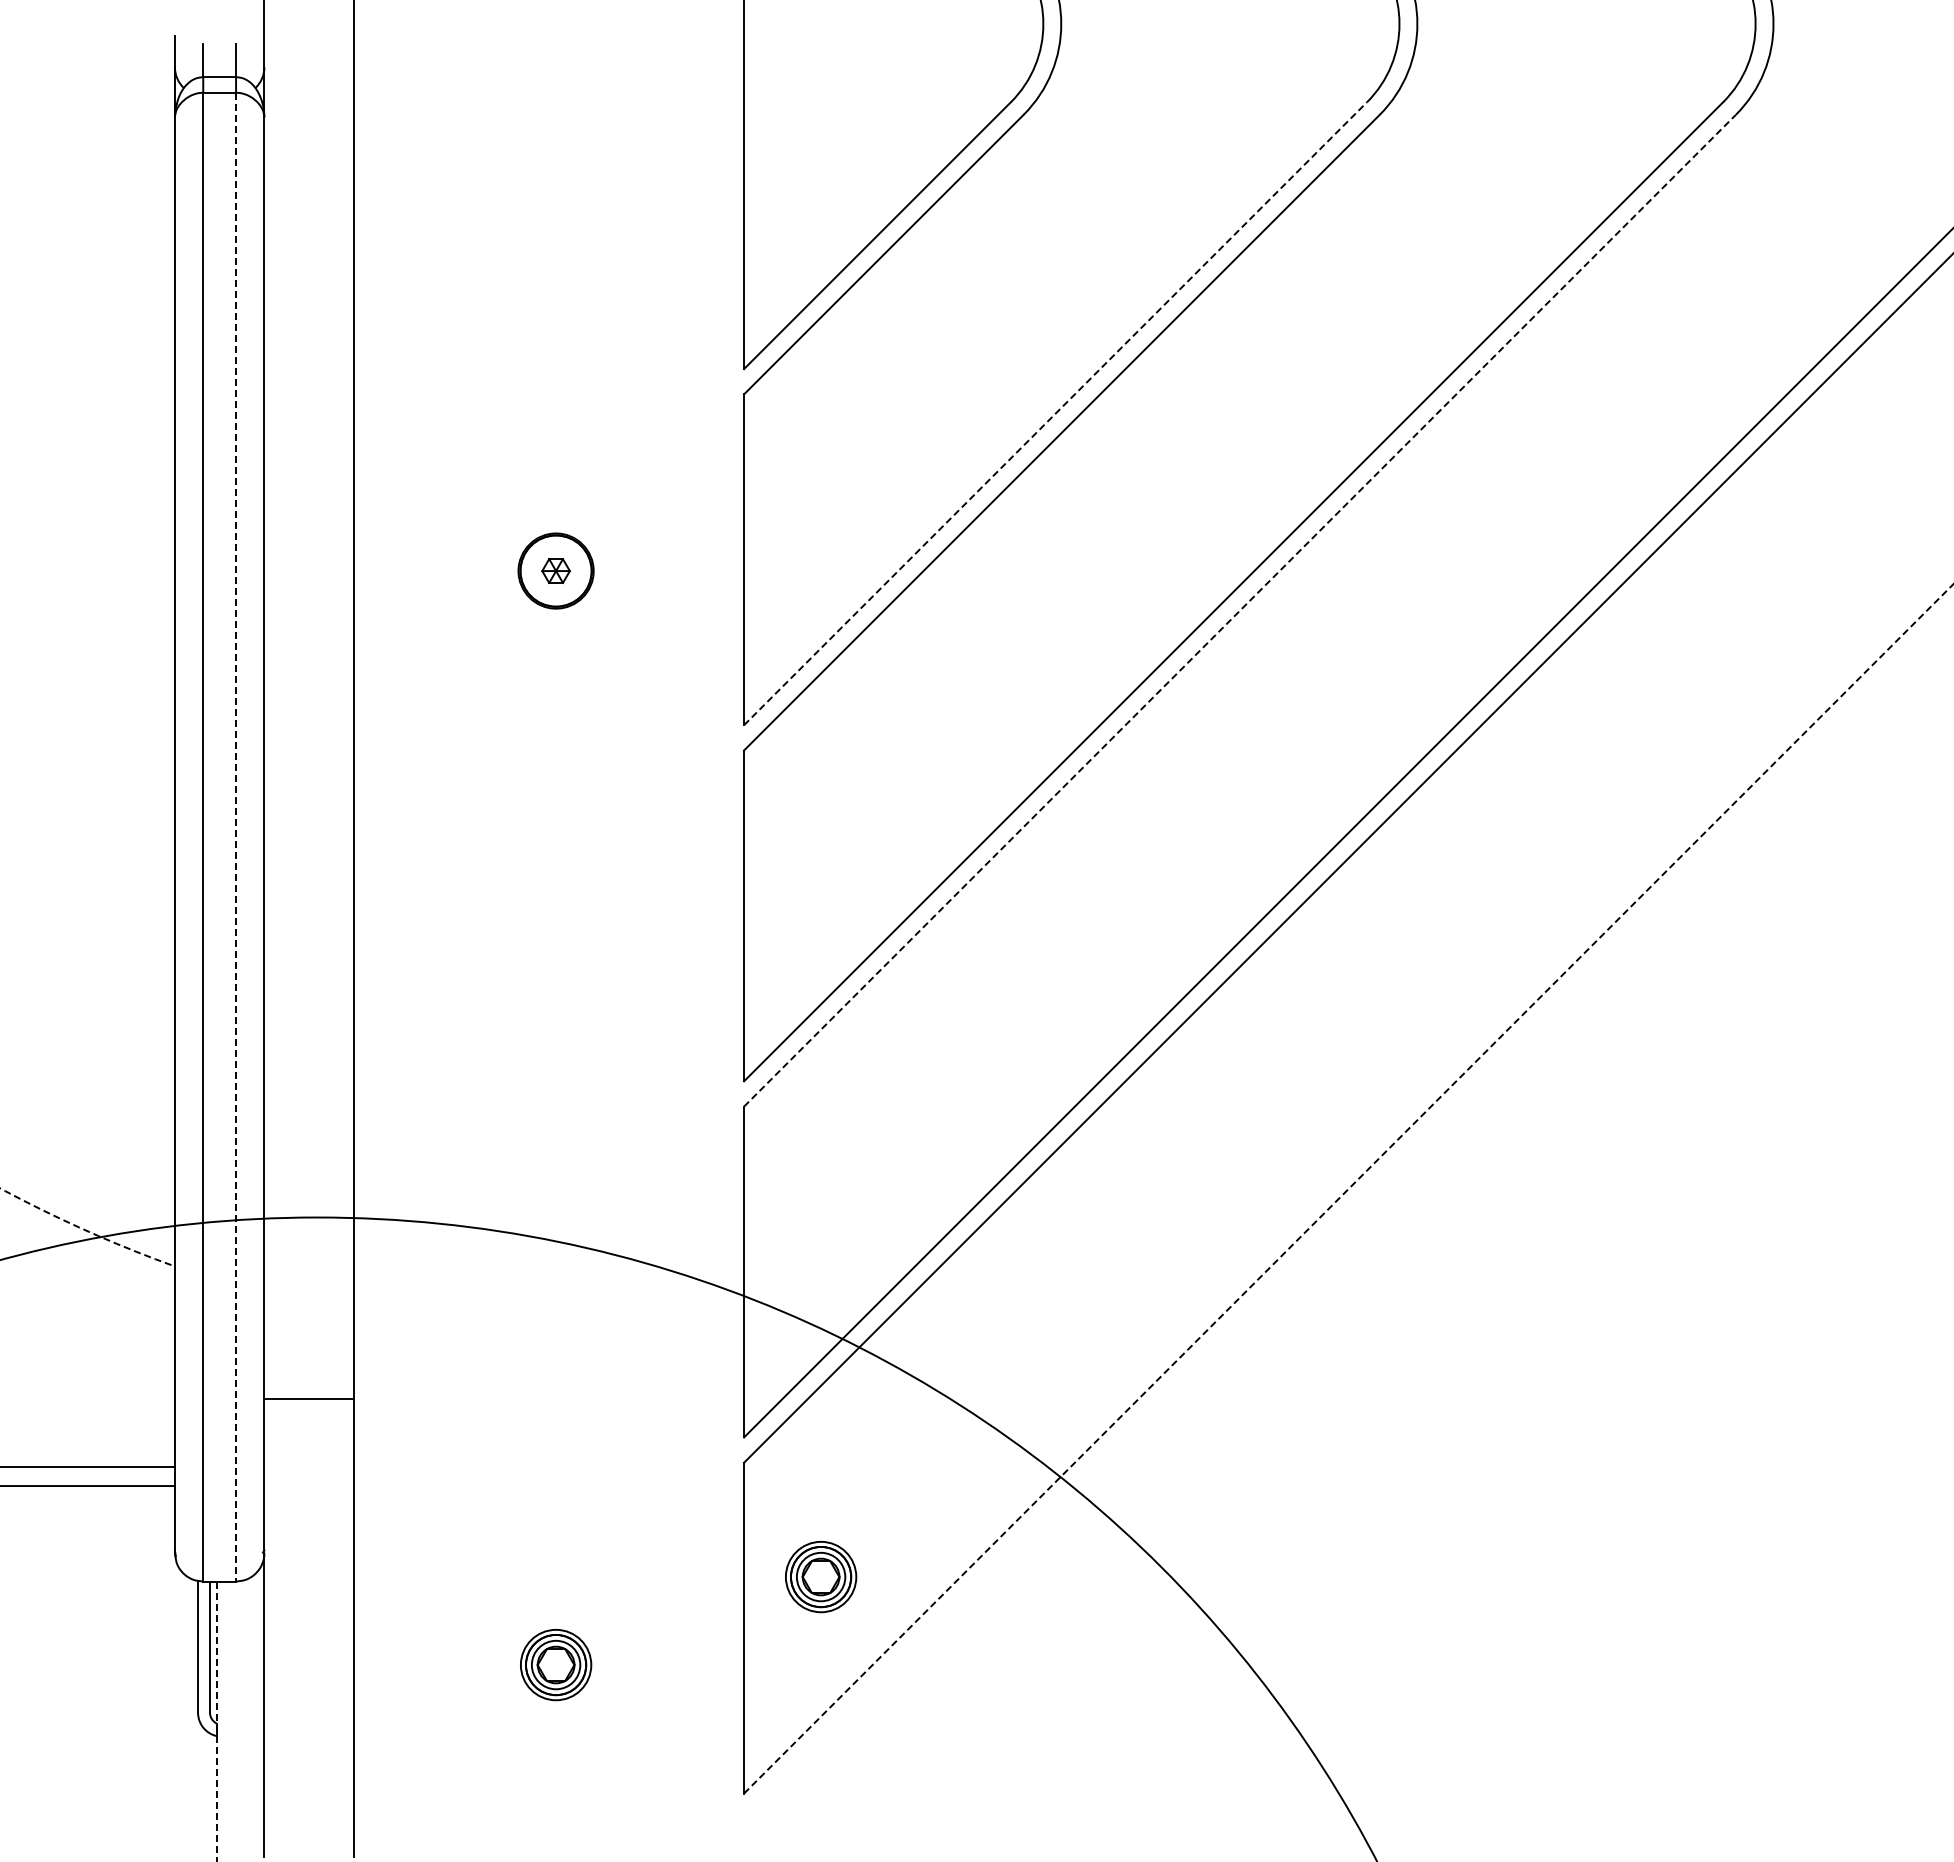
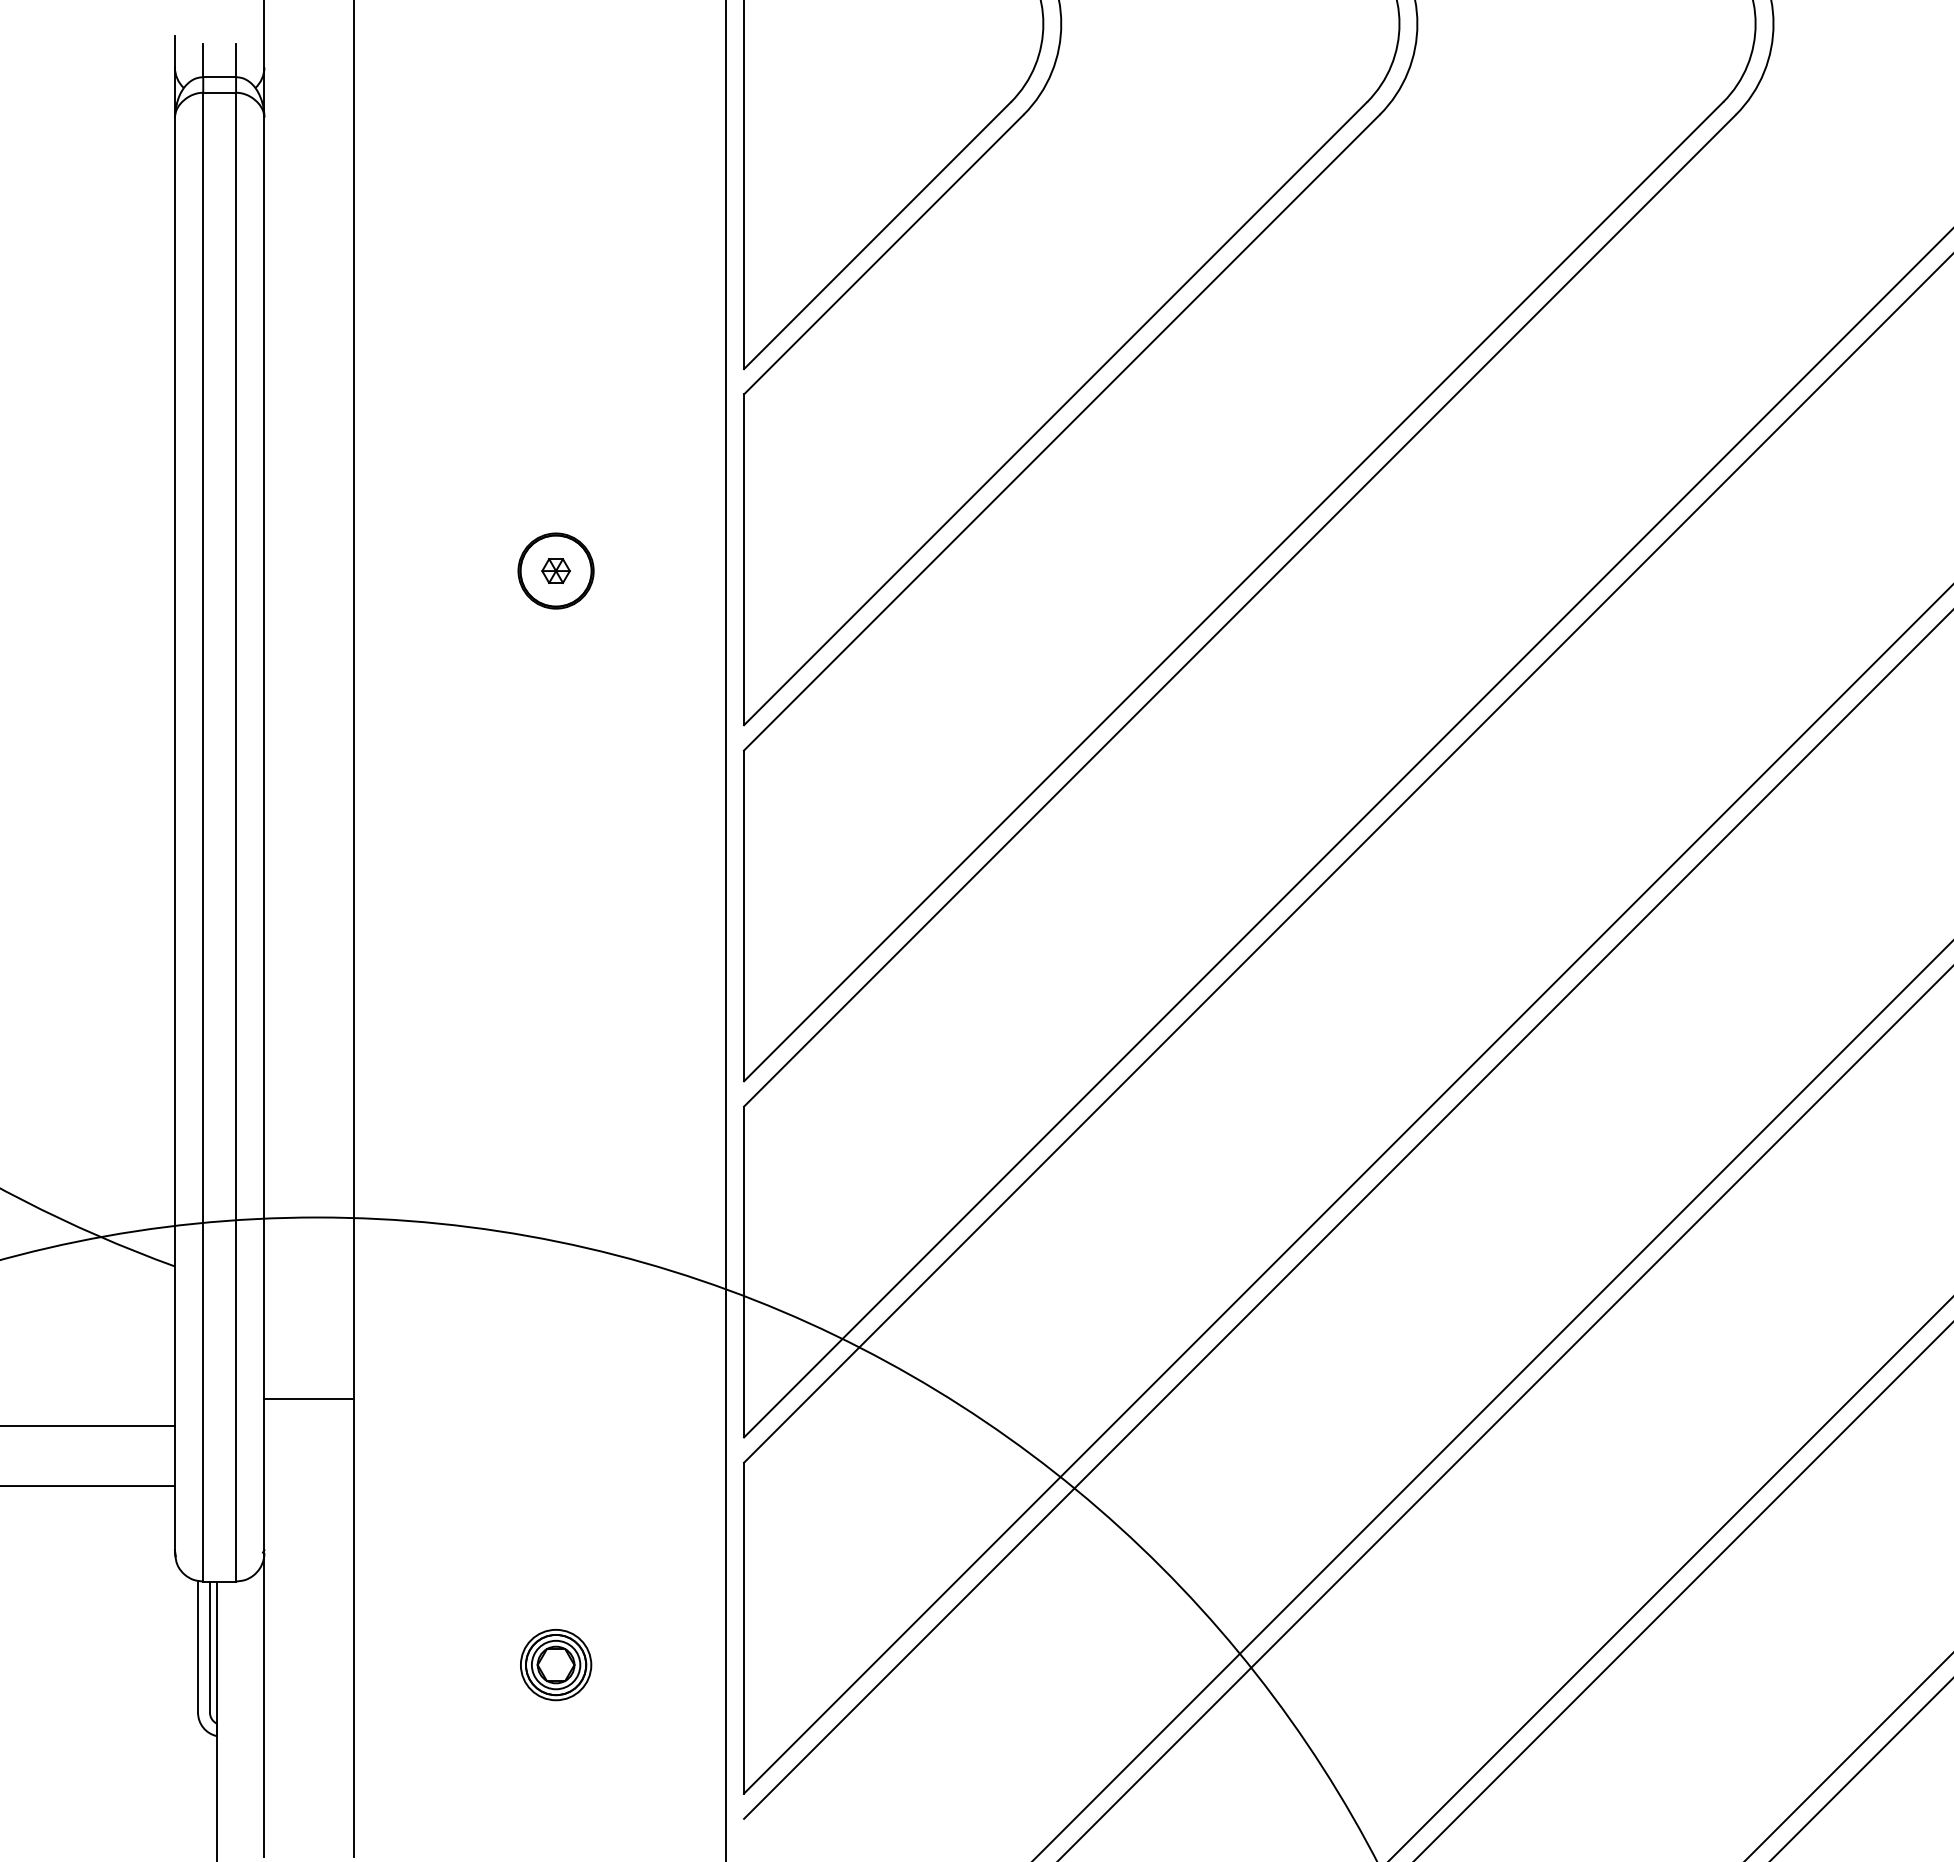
line at (1055, 413): dashed -> solid
line at (1240, 610): dashed -> solid
line at (236, 837): dashed -> solid
line at (726, 930): none -> present
line at (1349, 1188): dashed -> solid
line at (1347, 1215): none -> present
arc at (86, 1230): dashed -> solid
line at (1492, 1400): none -> present
line at (1505, 1413): none -> present
line at (88, 1467) position: (88, 1467) -> (88, 1426)
part at (821, 1577): present -> none
line at (1670, 1578): none -> present
line at (1683, 1591): none -> present
line at (216, 1722): dashed -> solid
line at (1848, 1756): none -> present
line at (1861, 1769): none -> present
